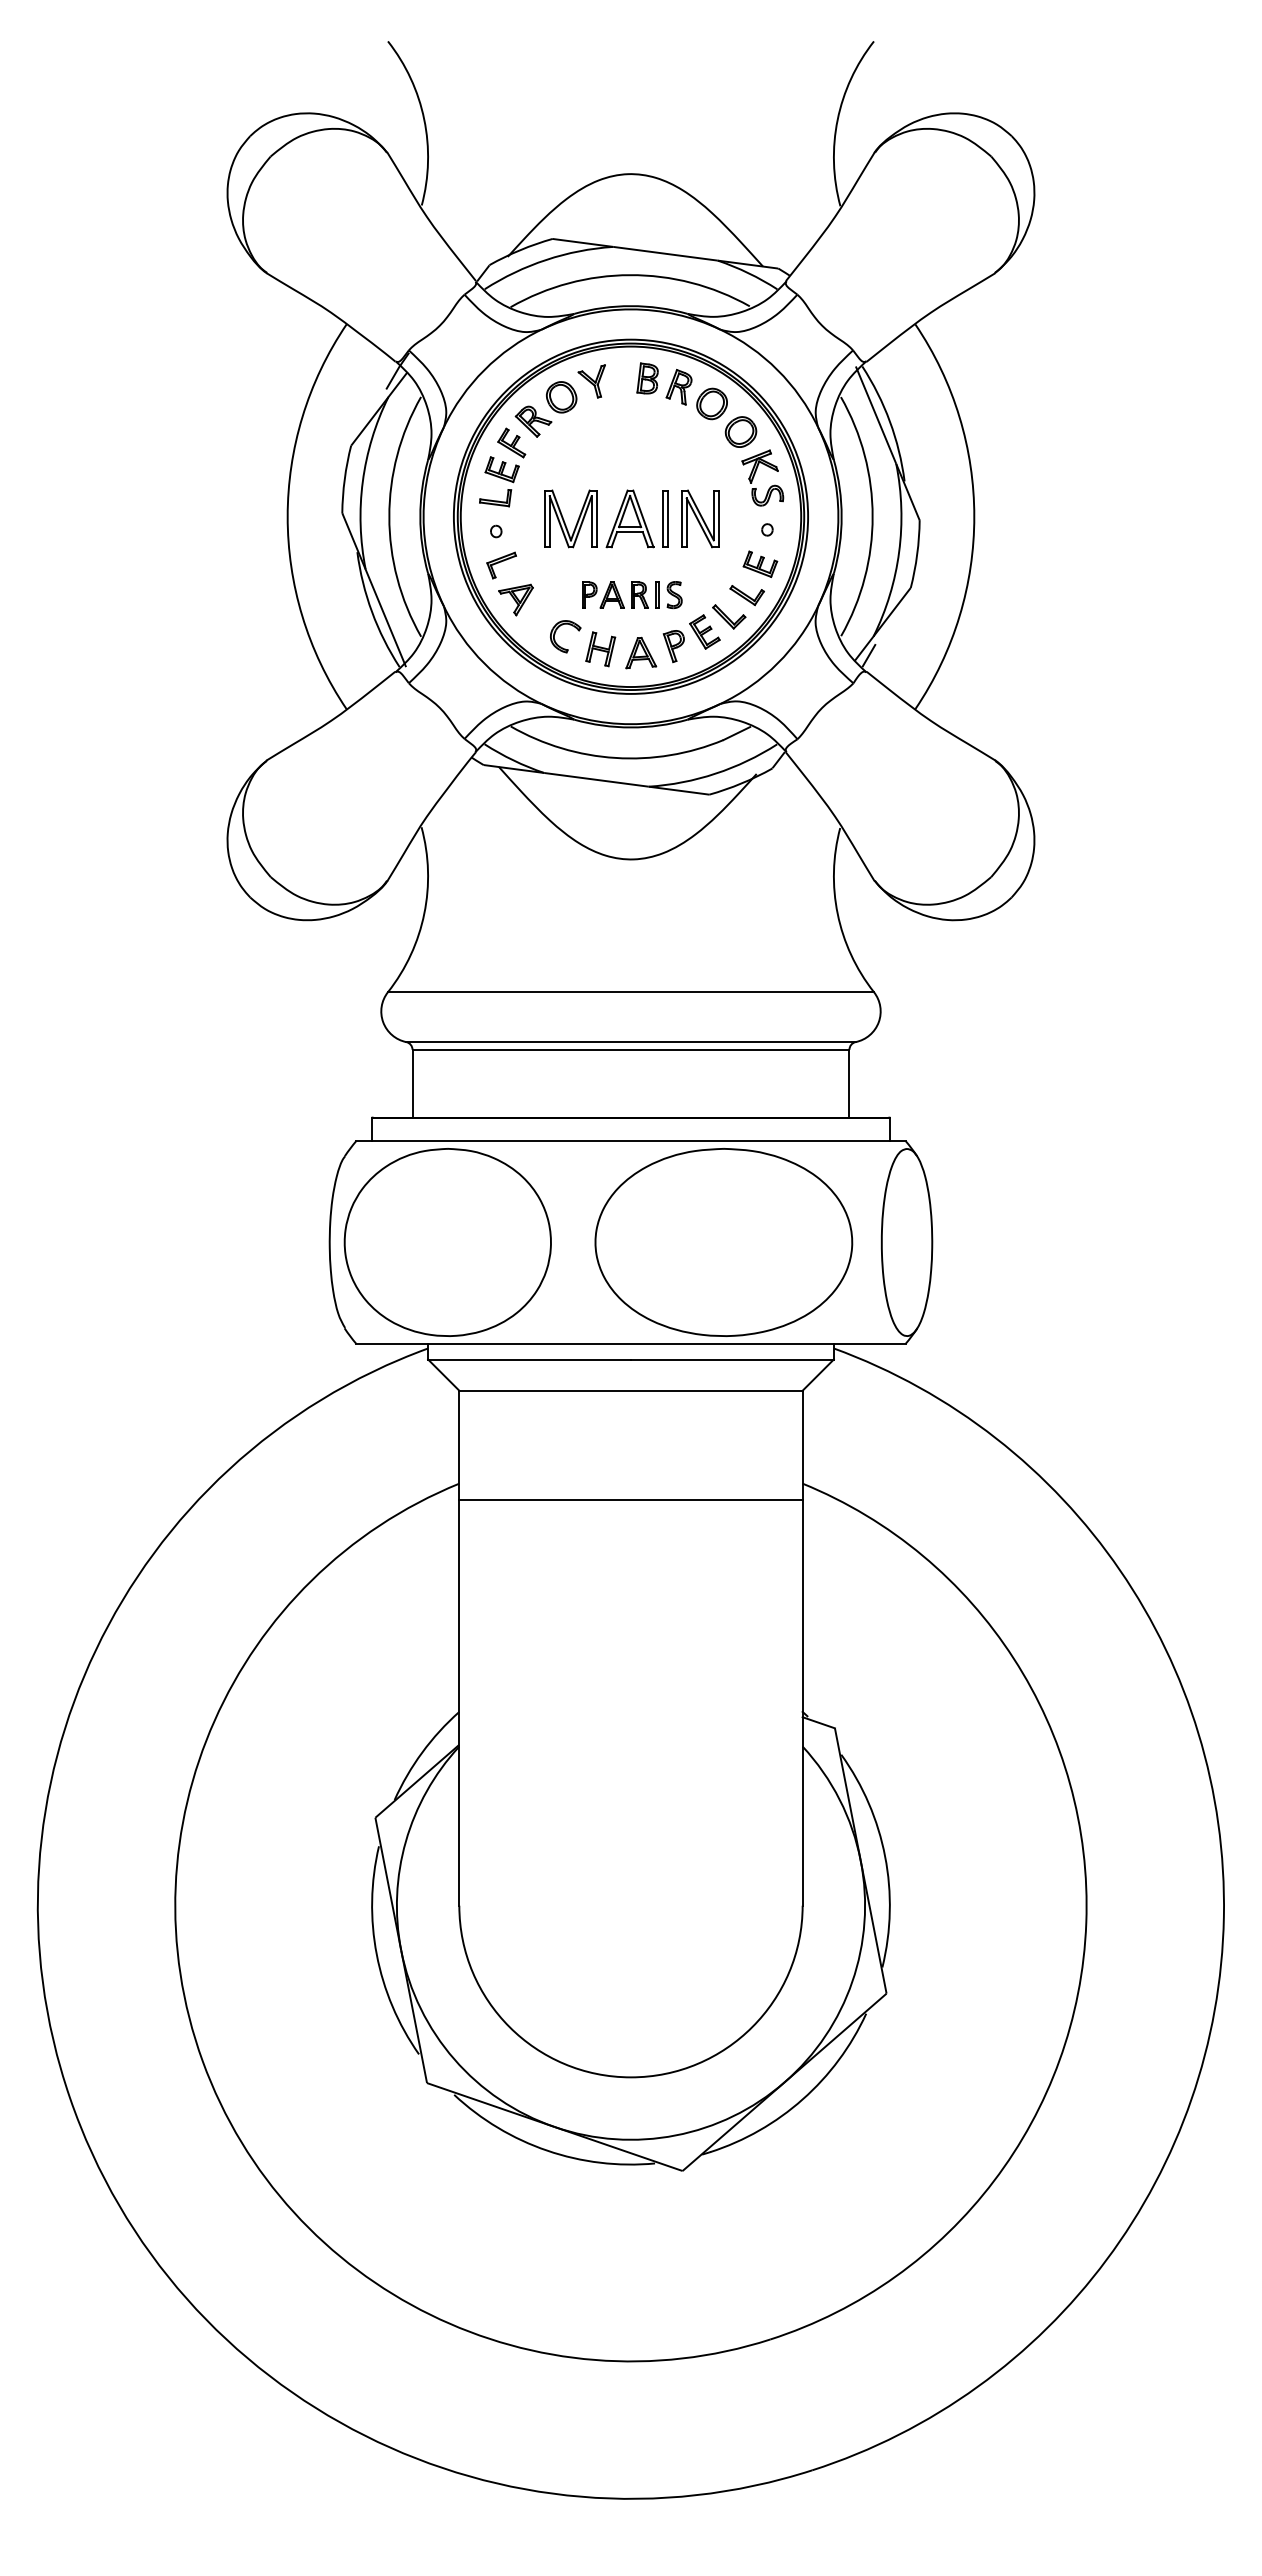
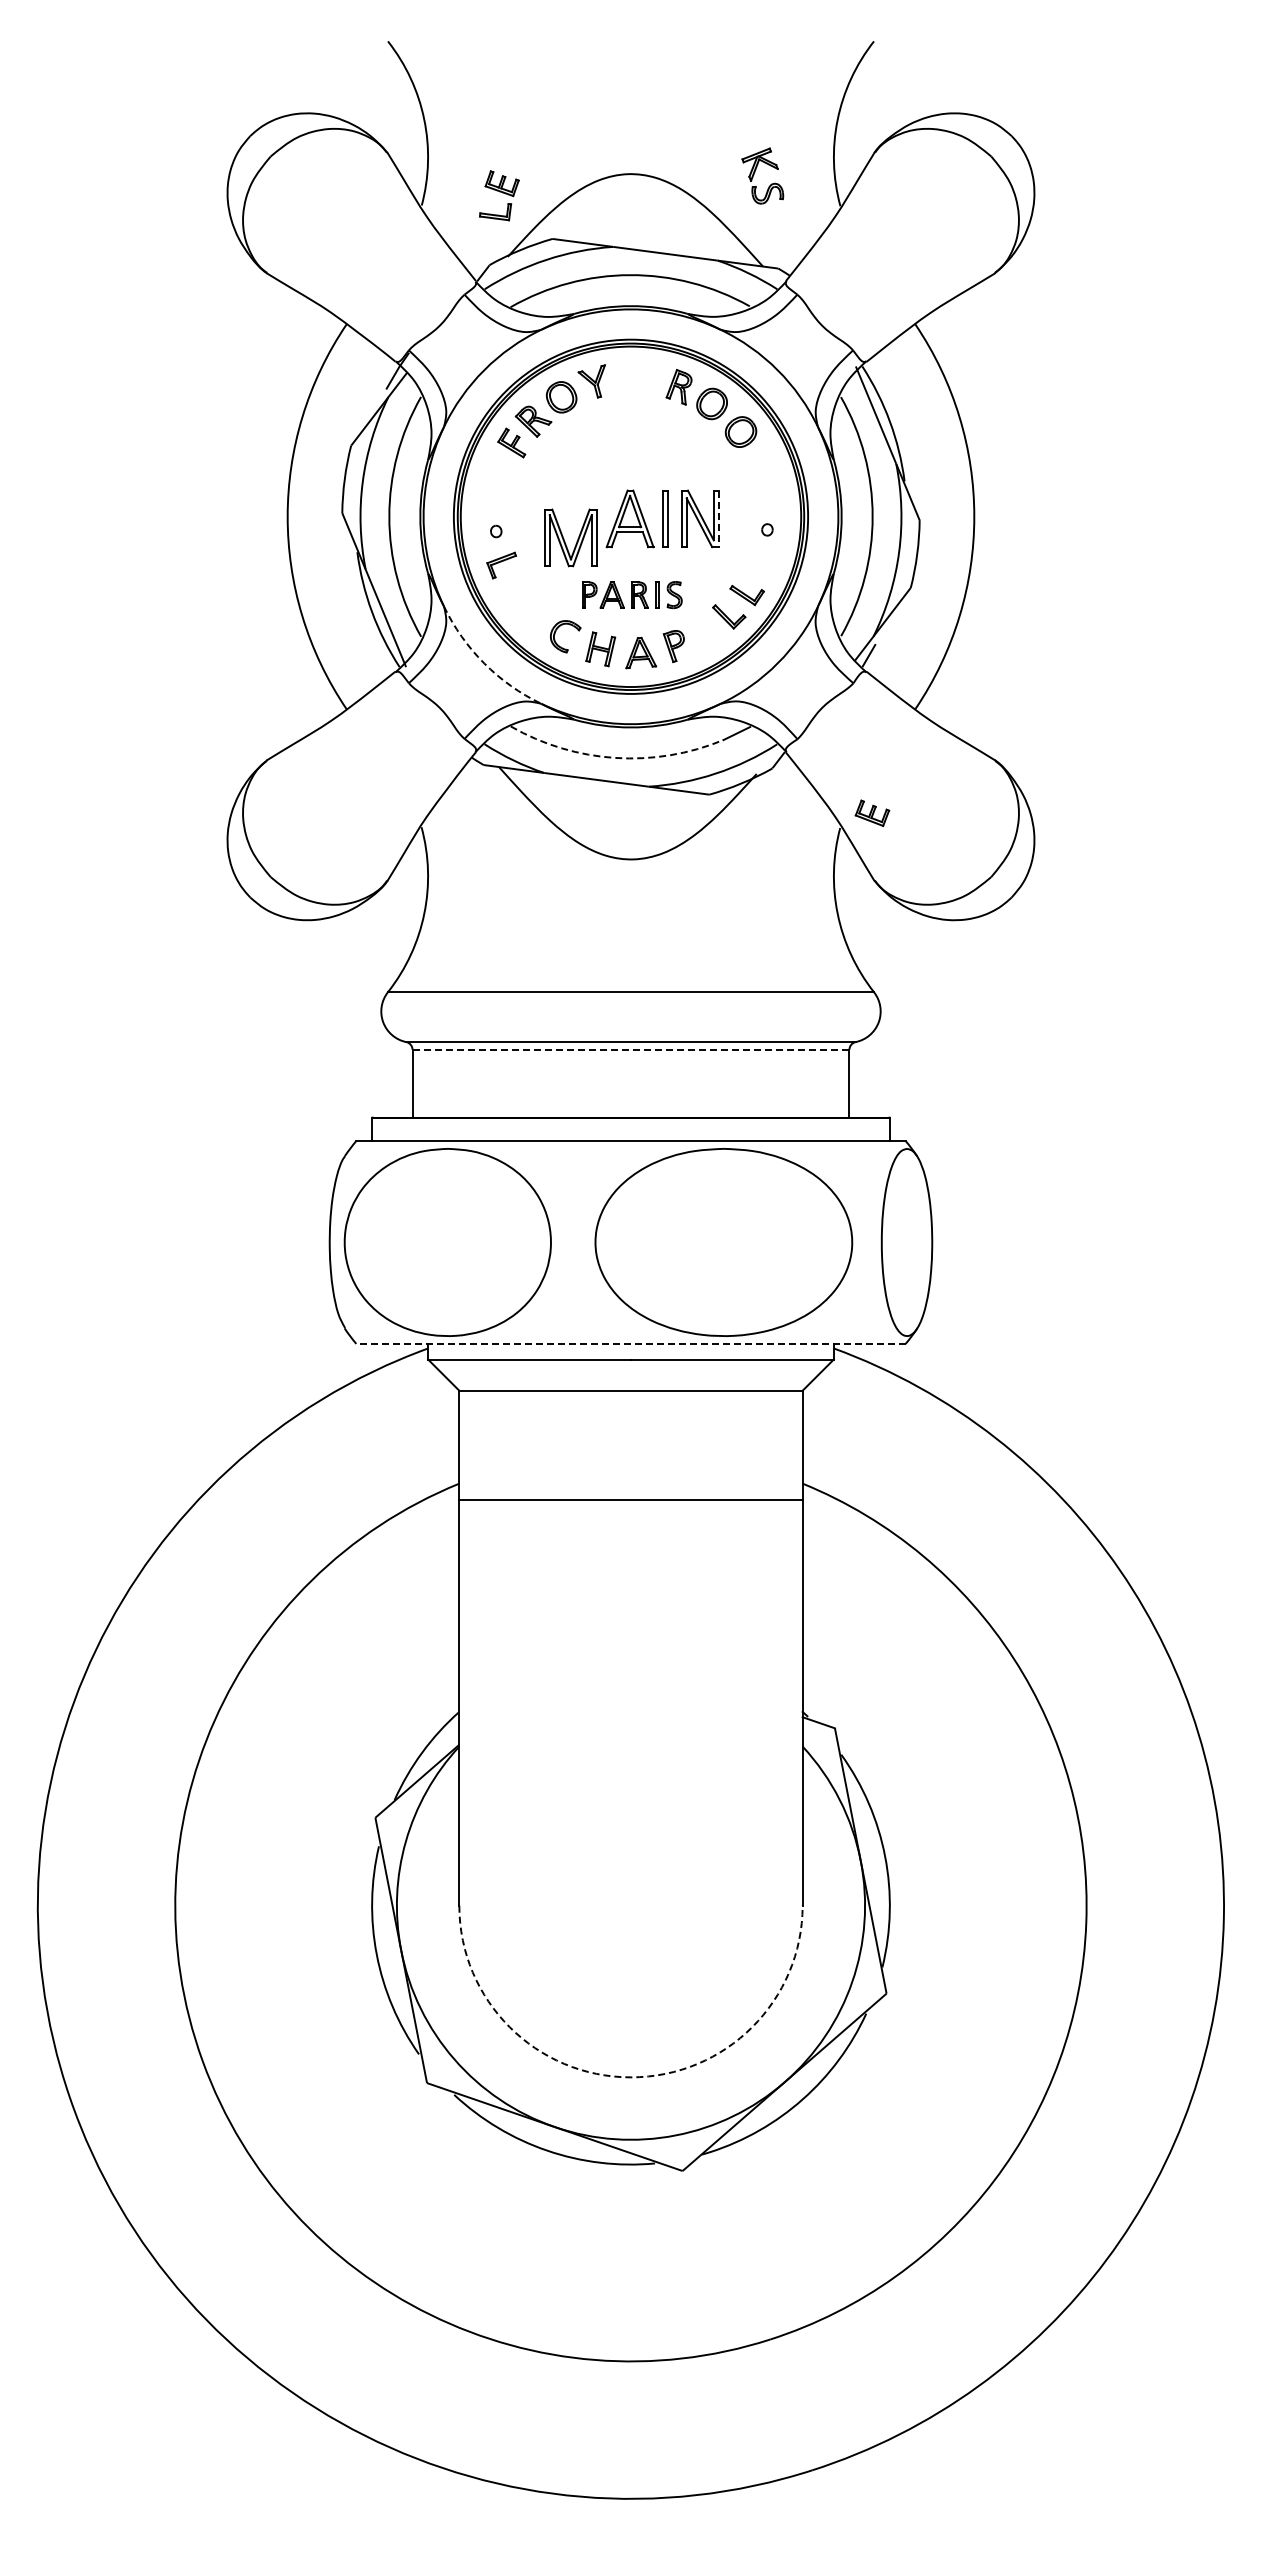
part at (647, 378): present -> none
part at (755, 474) position: (755, 474) -> (755, 172)
part at (499, 481) position: (499, 481) -> (499, 195)
part at (564, 519) position: (564, 519) -> (564, 538)
line at (718, 519): solid -> dashed
part at (760, 563) position: (760, 563) -> (872, 812)
part at (515, 599): present -> none
part at (704, 631): present -> none
arc at (484, 663): solid -> dashed
arc at (615, 757): solid -> dashed
line at (630, 1049): solid -> dashed
line at (630, 1343): solid -> dashed
arc at (630, 2077): solid -> dashed
